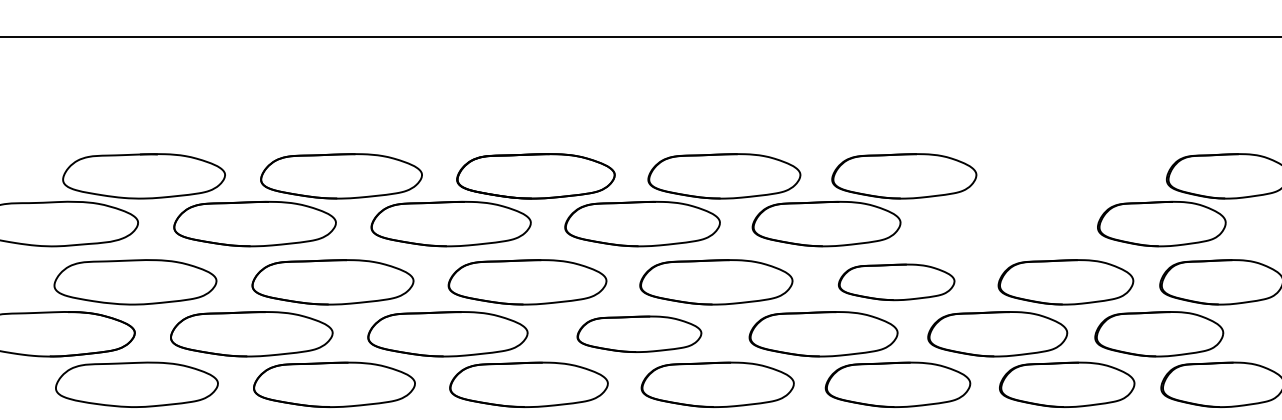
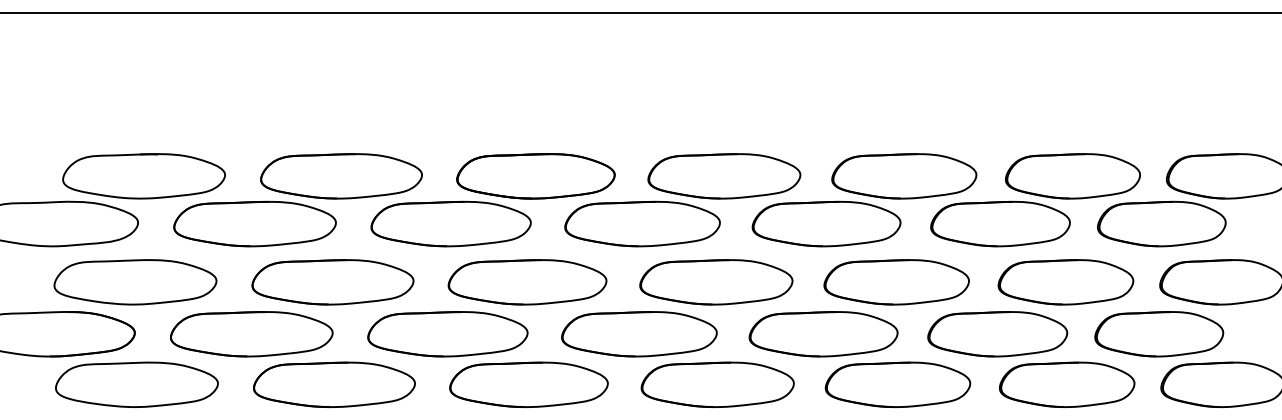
line at (640, 36) position: (640, 36) -> (640, 12)
part at (1035, 200): none -> present
part at (896, 282) size: 118x39 px -> 147x47 px
part at (639, 333) size: 127x38 px -> 157x47 px
